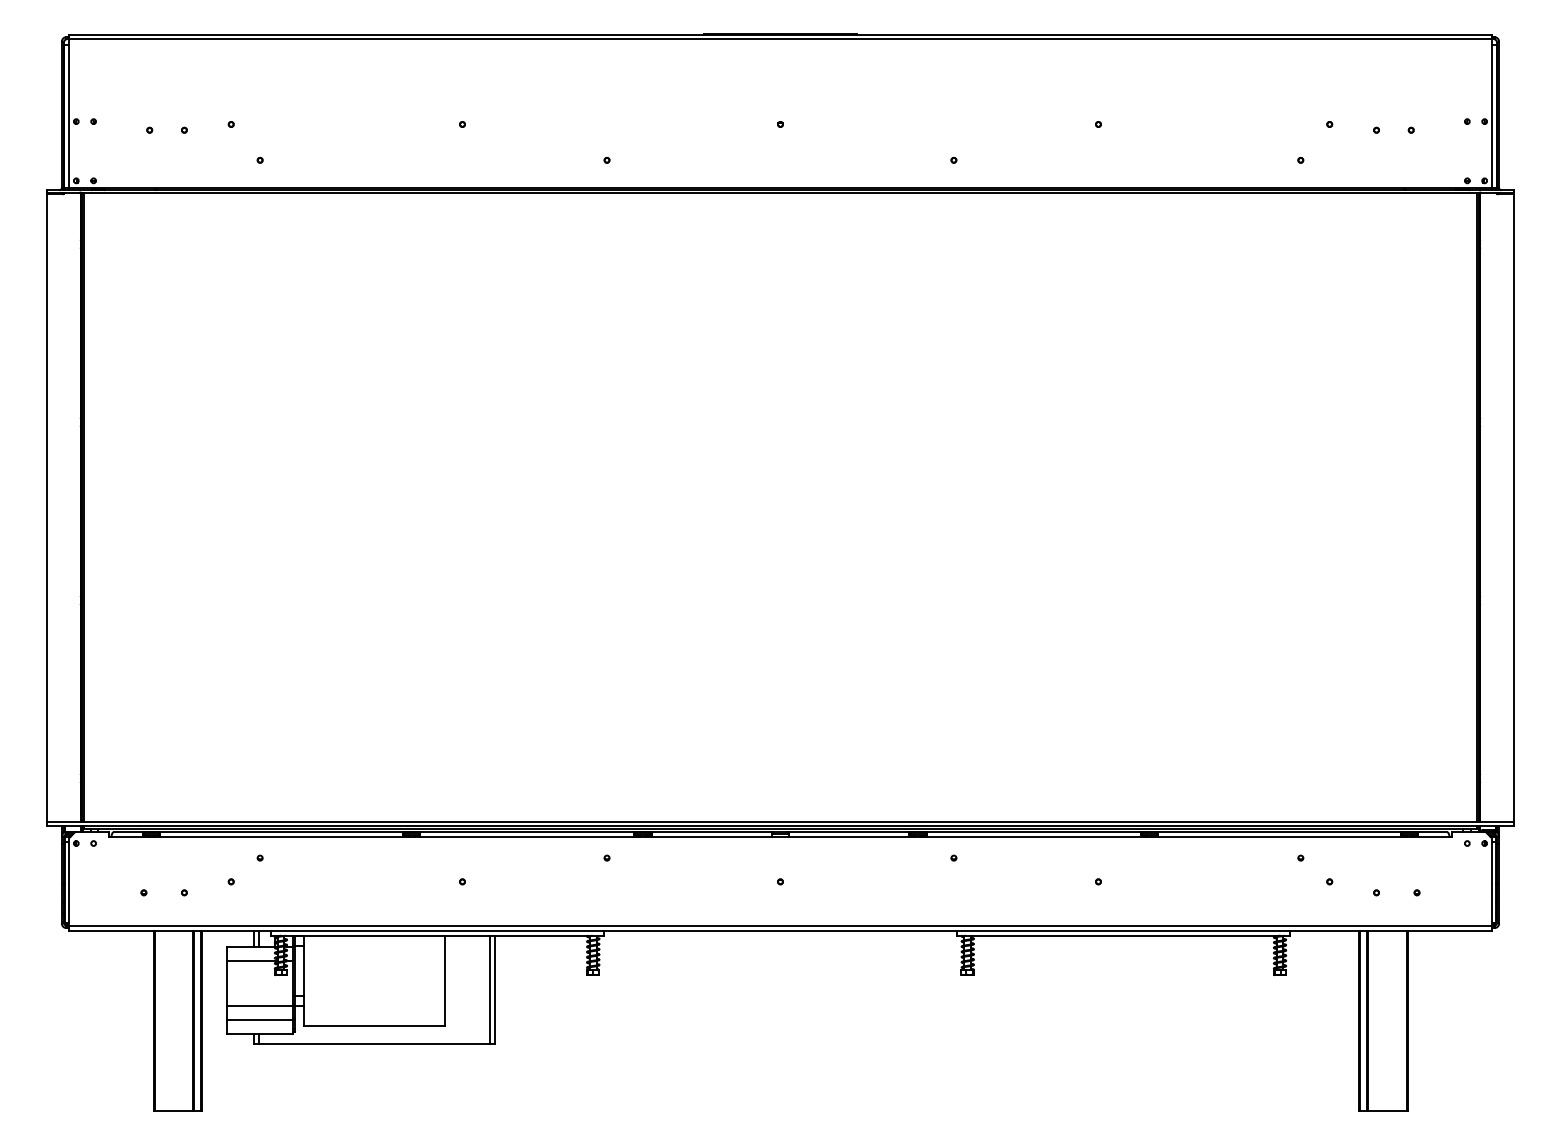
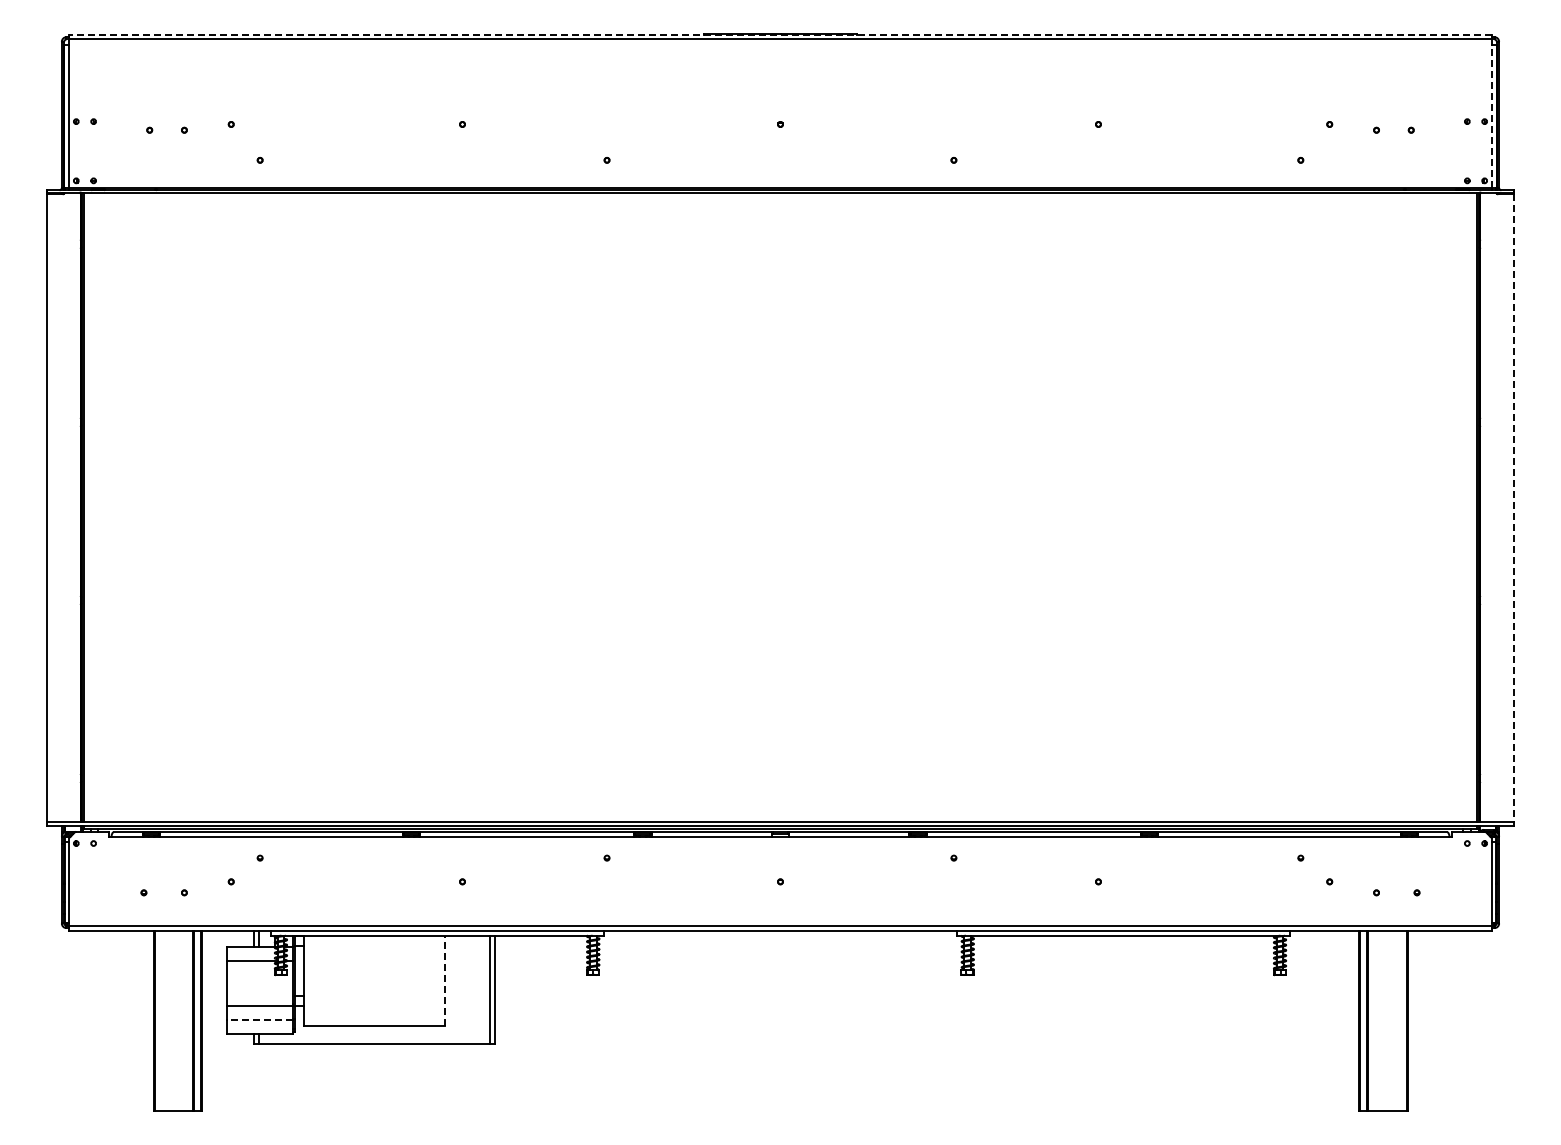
line at (780, 34): solid -> dashed
line at (1492, 116): solid -> dashed
line at (1513, 507): solid -> dashed
line at (445, 980): solid -> dashed
line at (260, 1020): solid -> dashed
